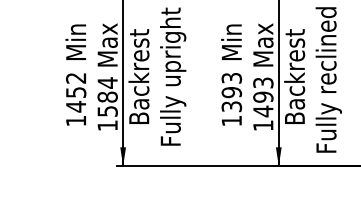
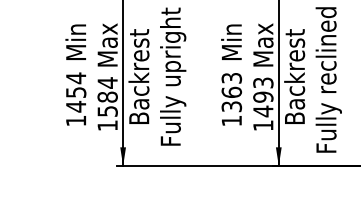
text at (76, 78): 1452 -> 1454
text at (231, 92): 1393 -> 1363
